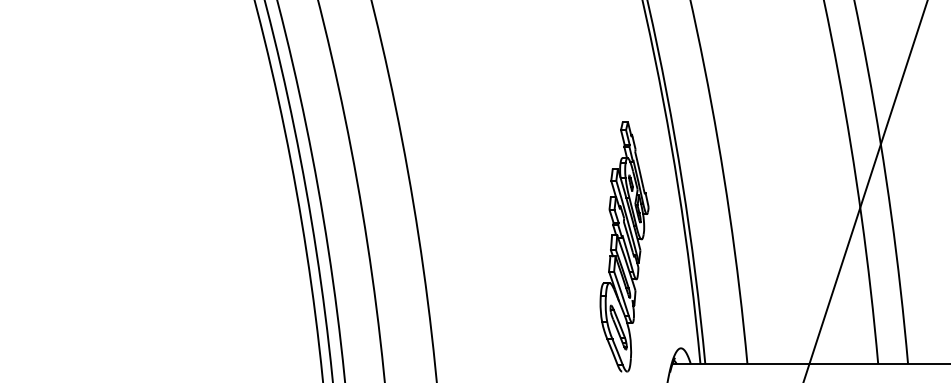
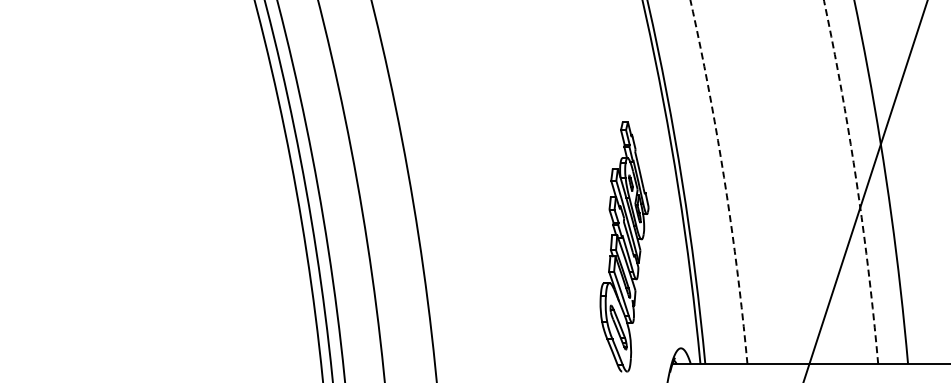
arc at (724, 180): solid -> dashed
arc at (856, 180): solid -> dashed
